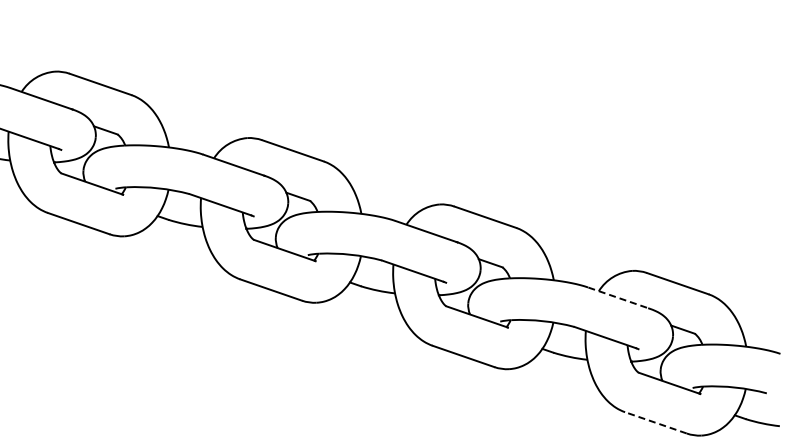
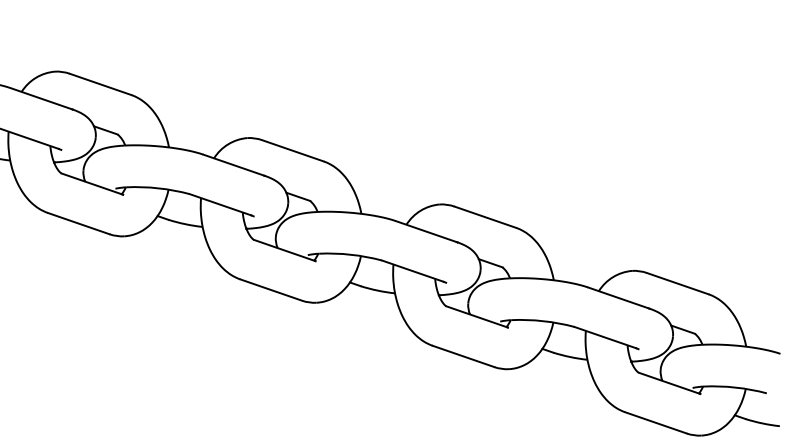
line at (619, 298): dashed -> solid
line at (656, 422): dashed -> solid
